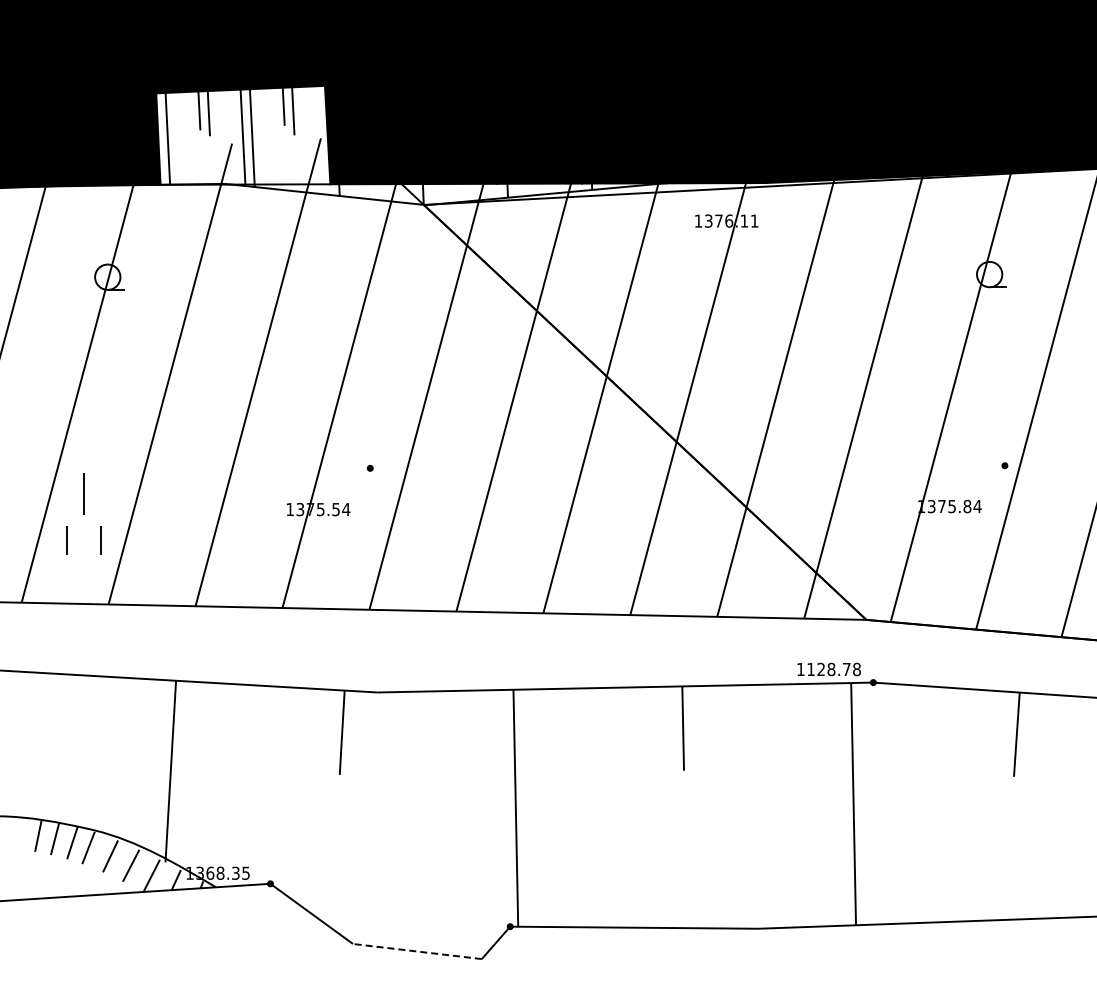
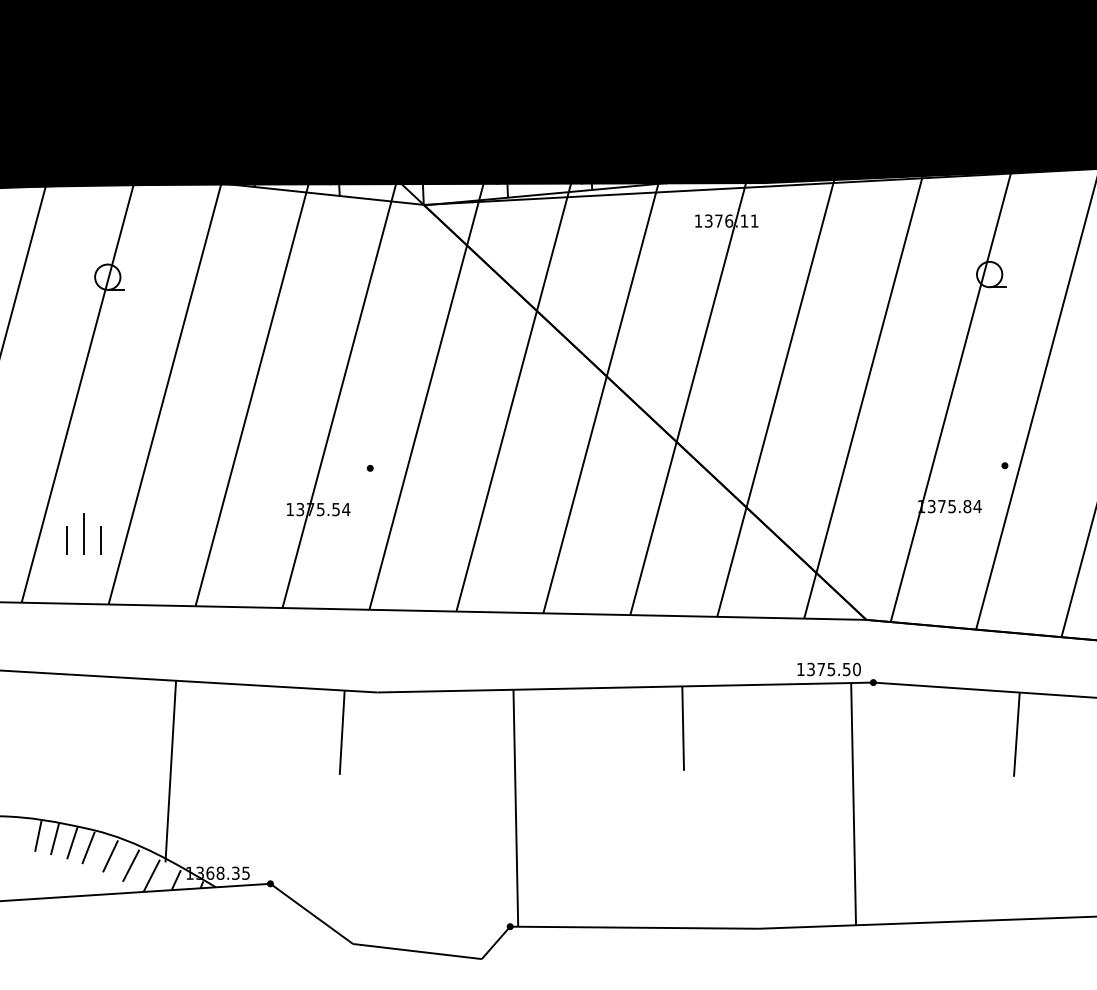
fill at (243, 134): none -> present
line at (83, 493) position: (83, 493) -> (83, 533)
text at (833, 669): 1128.78 -> 1375.50
line at (417, 951): dashed -> solid
